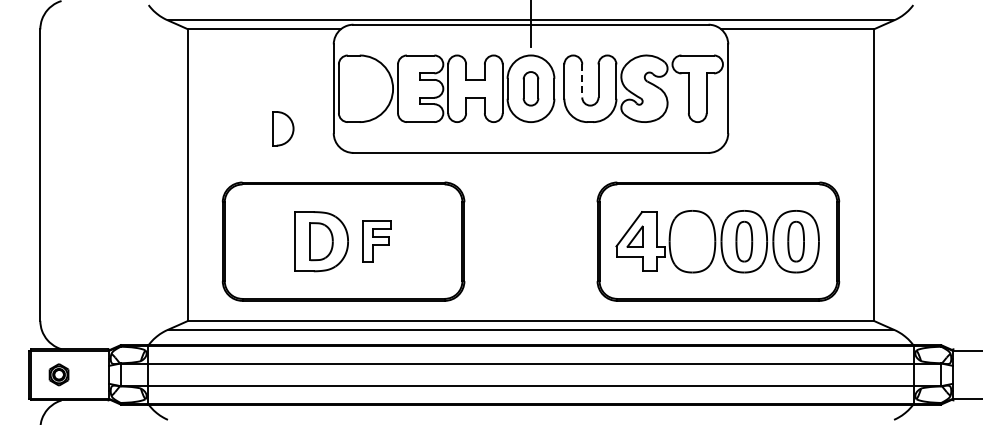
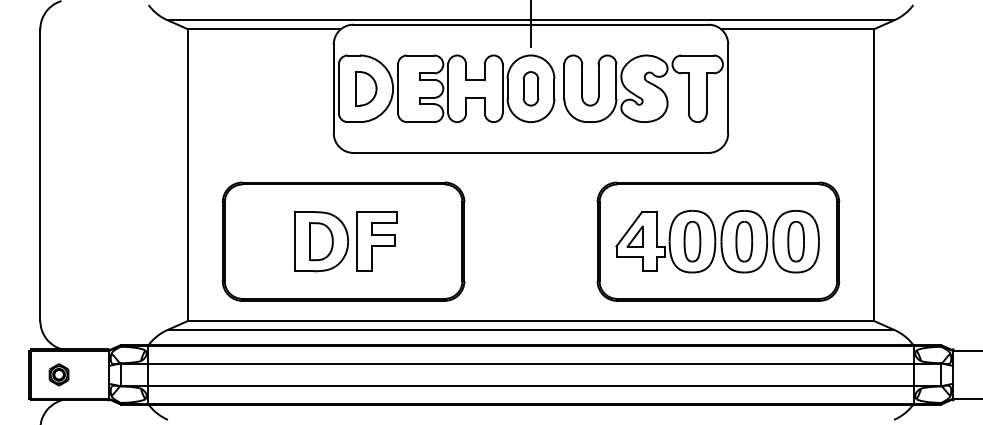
line at (582, 80): dashed -> solid
part at (283, 128) position: (283, 128) -> (366, 88)
part at (376, 241) size: 30x43 px -> 42x61 px
part at (692, 241): none -> present
